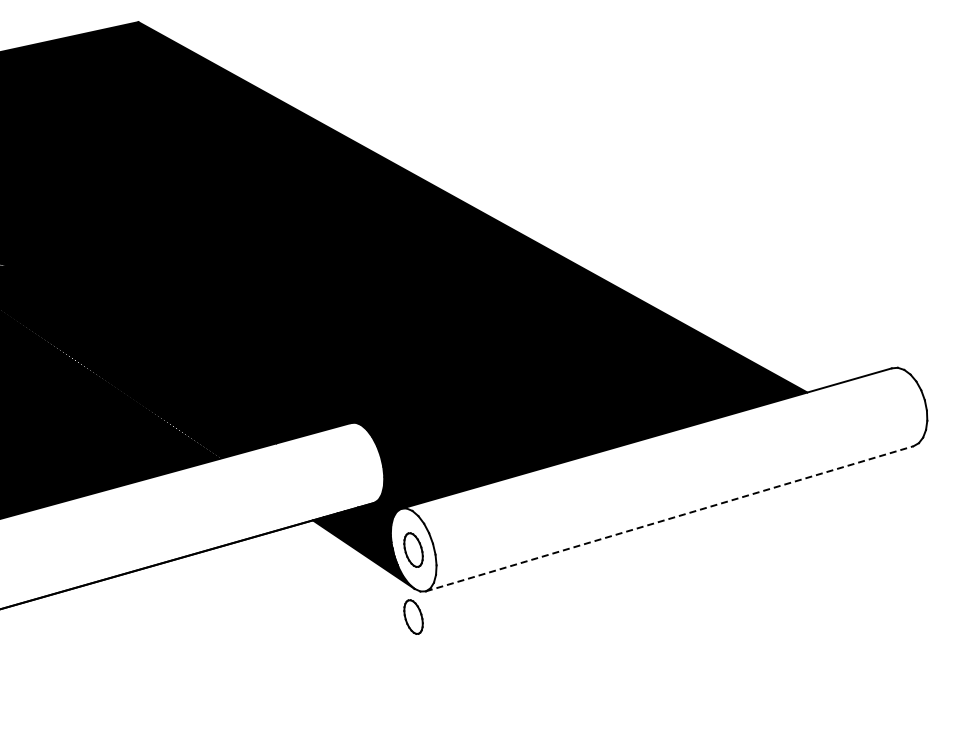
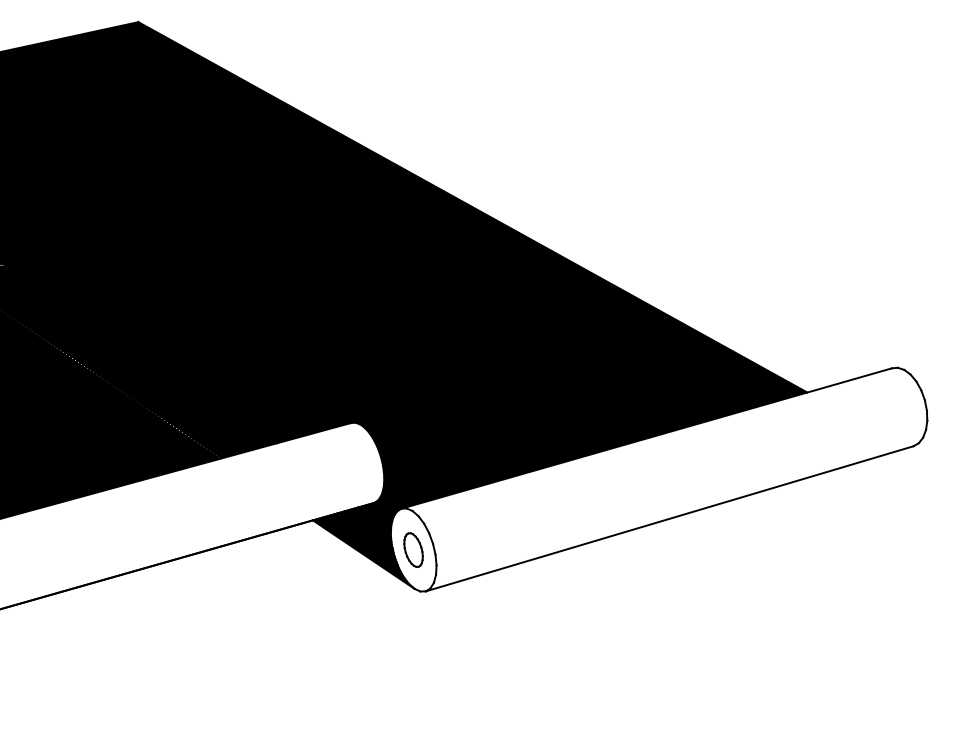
line at (670, 518): dashed -> solid
part at (413, 616): present -> none
